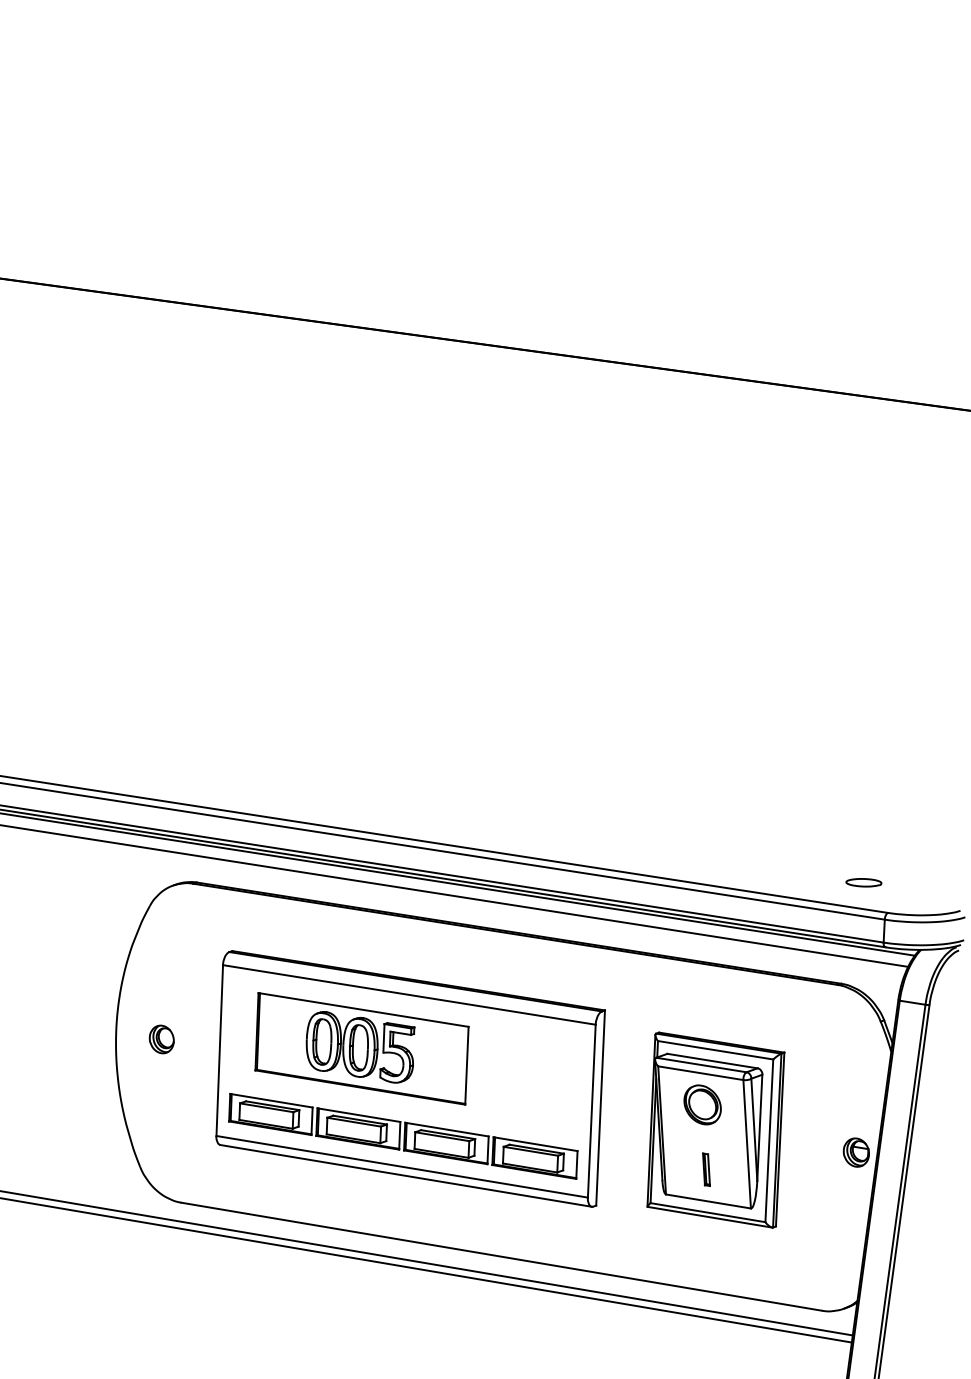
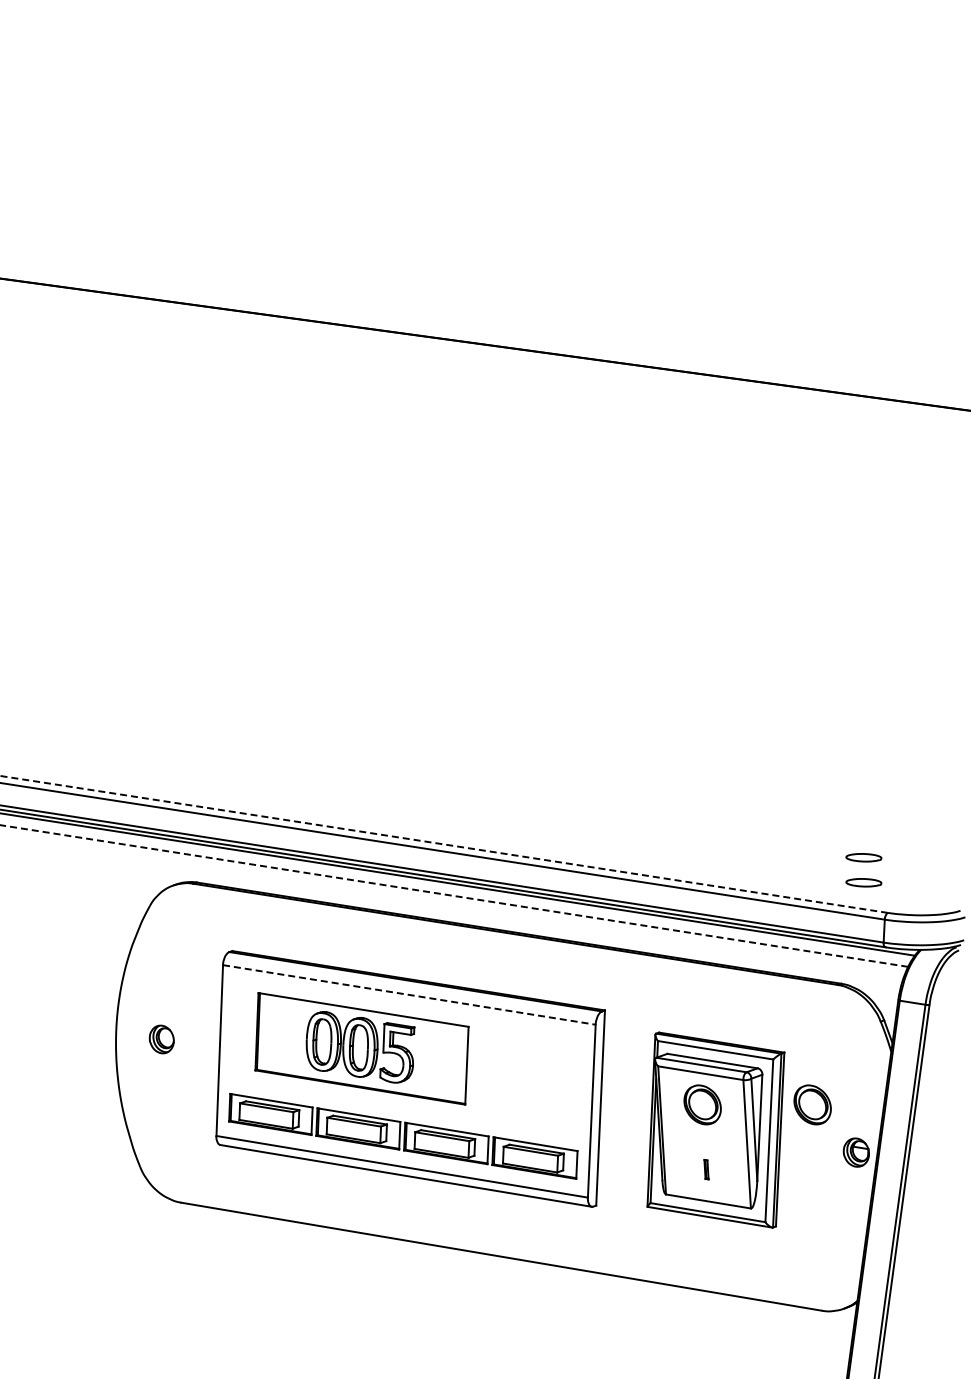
line at (444, 844): solid -> dashed
part at (863, 857): none -> present
line at (453, 895): solid -> dashed
line at (409, 994): solid -> dashed
part at (812, 1104): none -> present
part at (706, 1169) size: 9x35 px -> 7x22 px
line at (427, 1263): present -> none
line at (426, 1270): present -> none
